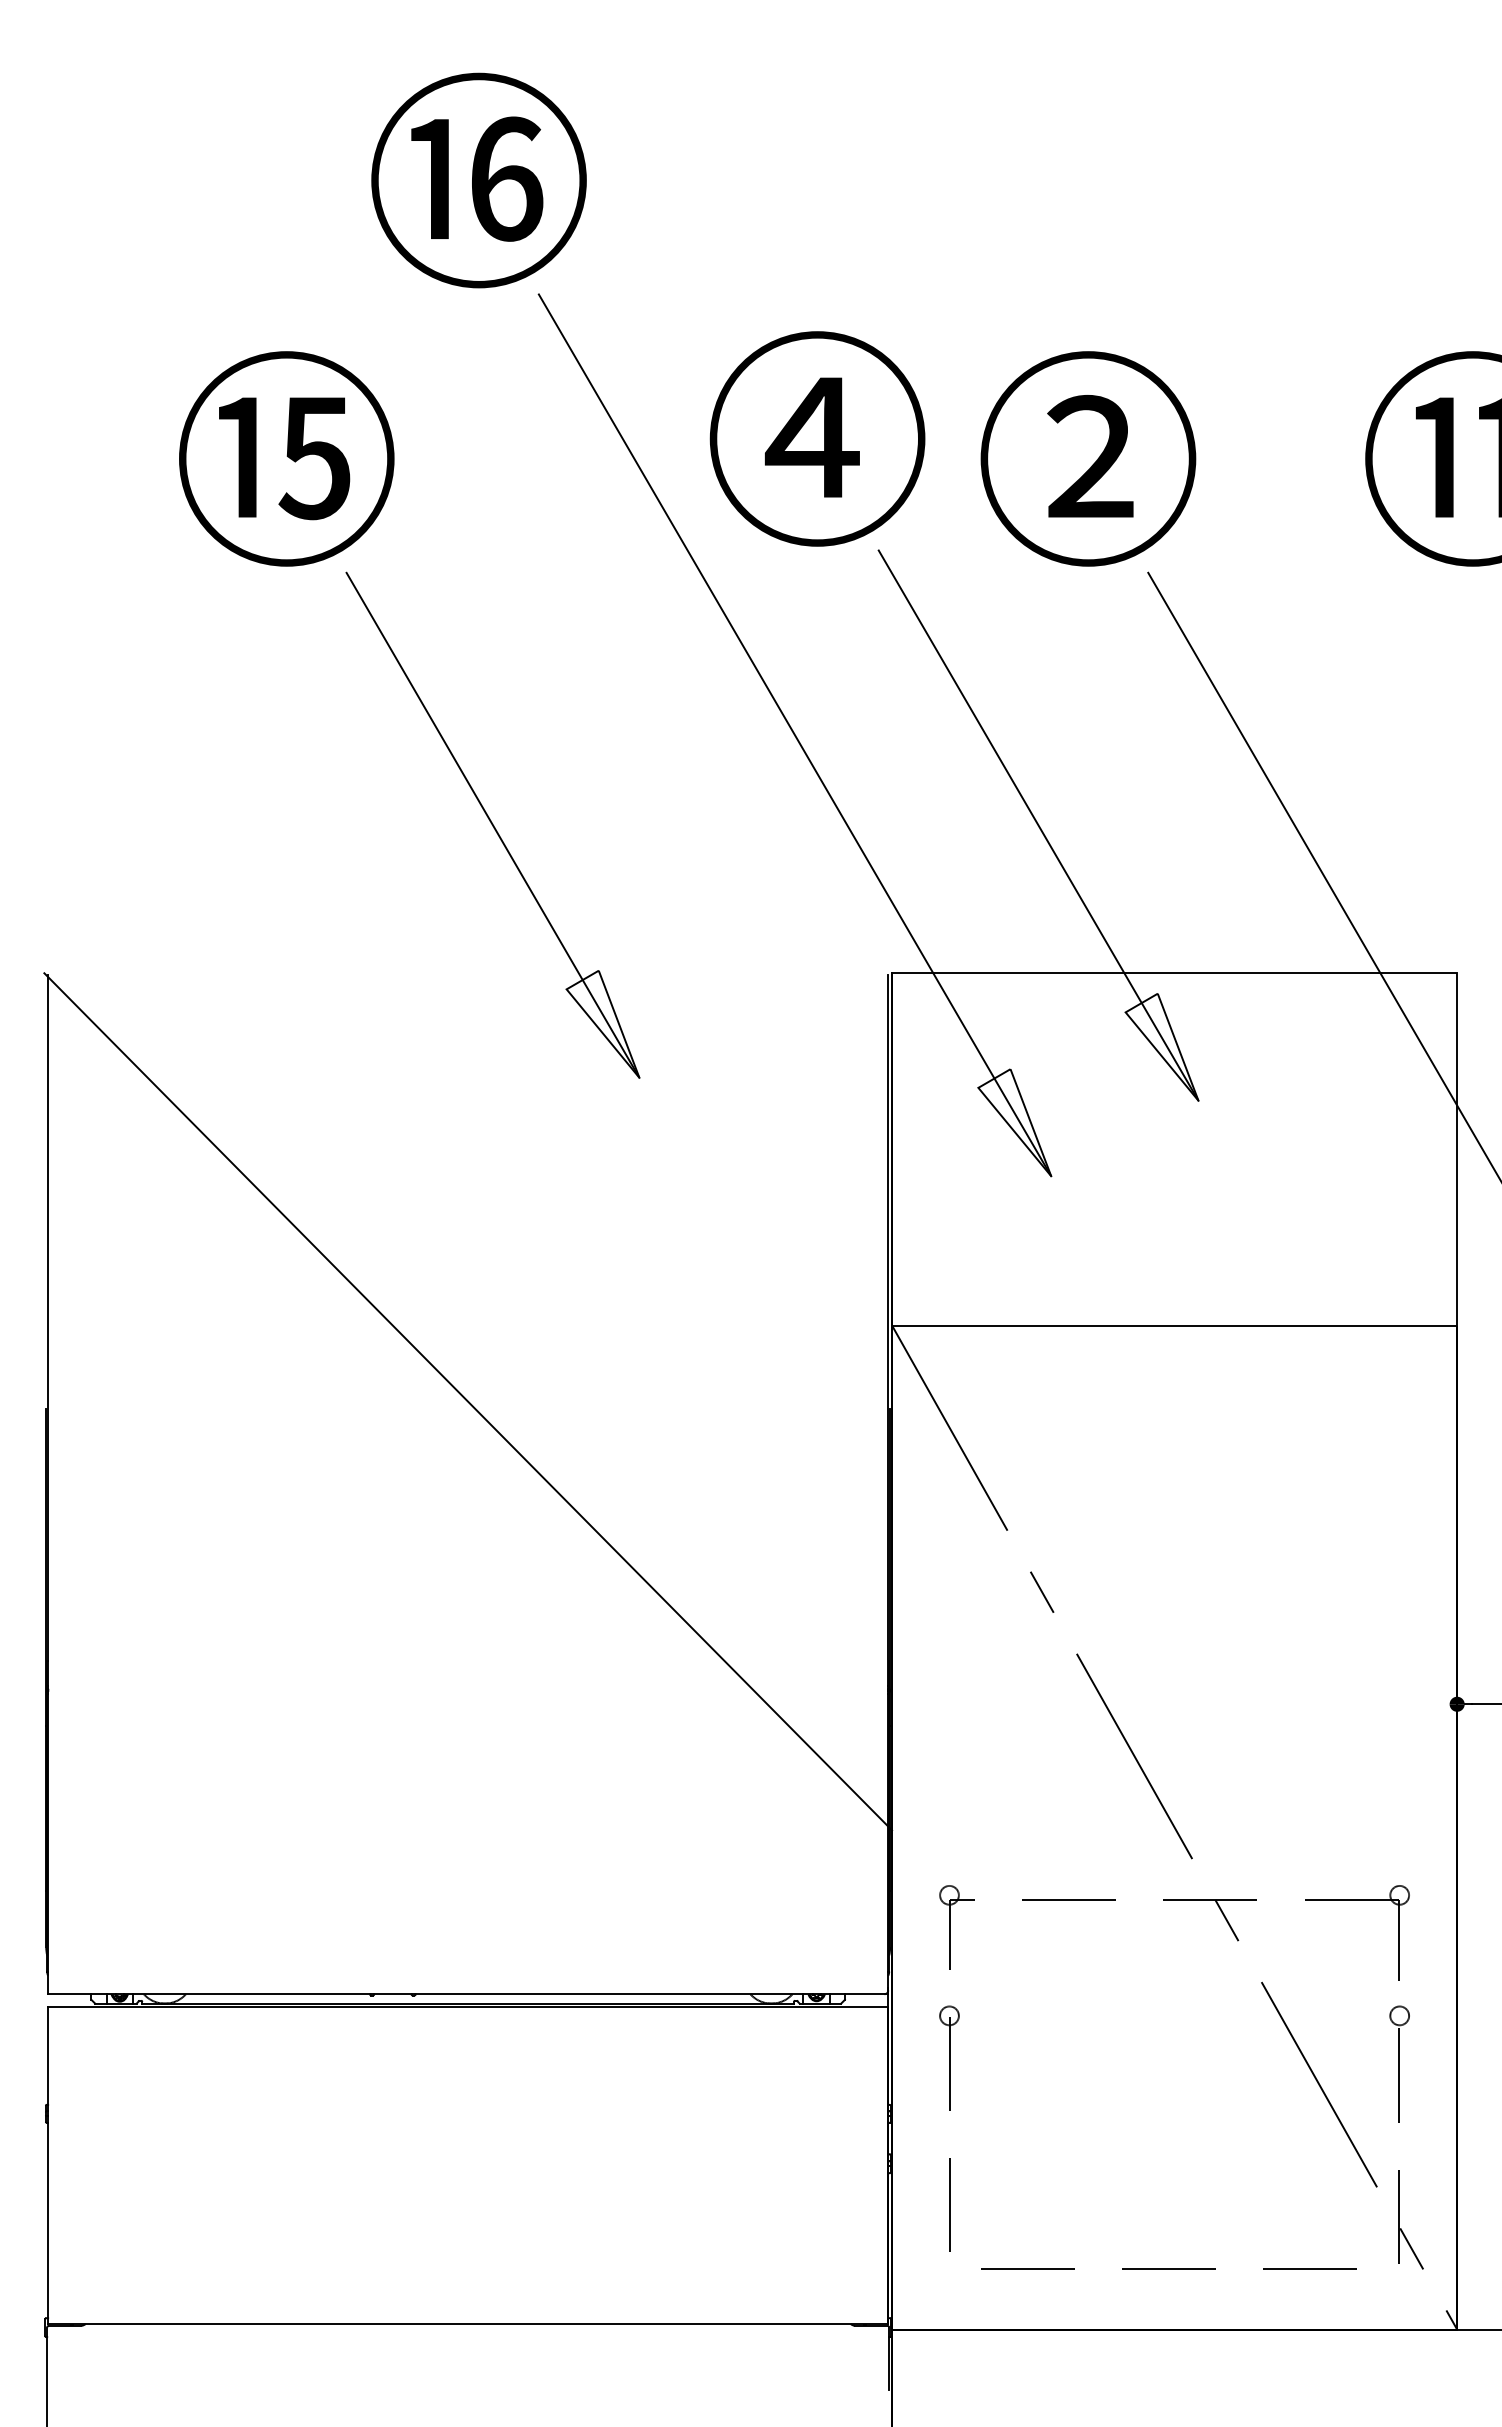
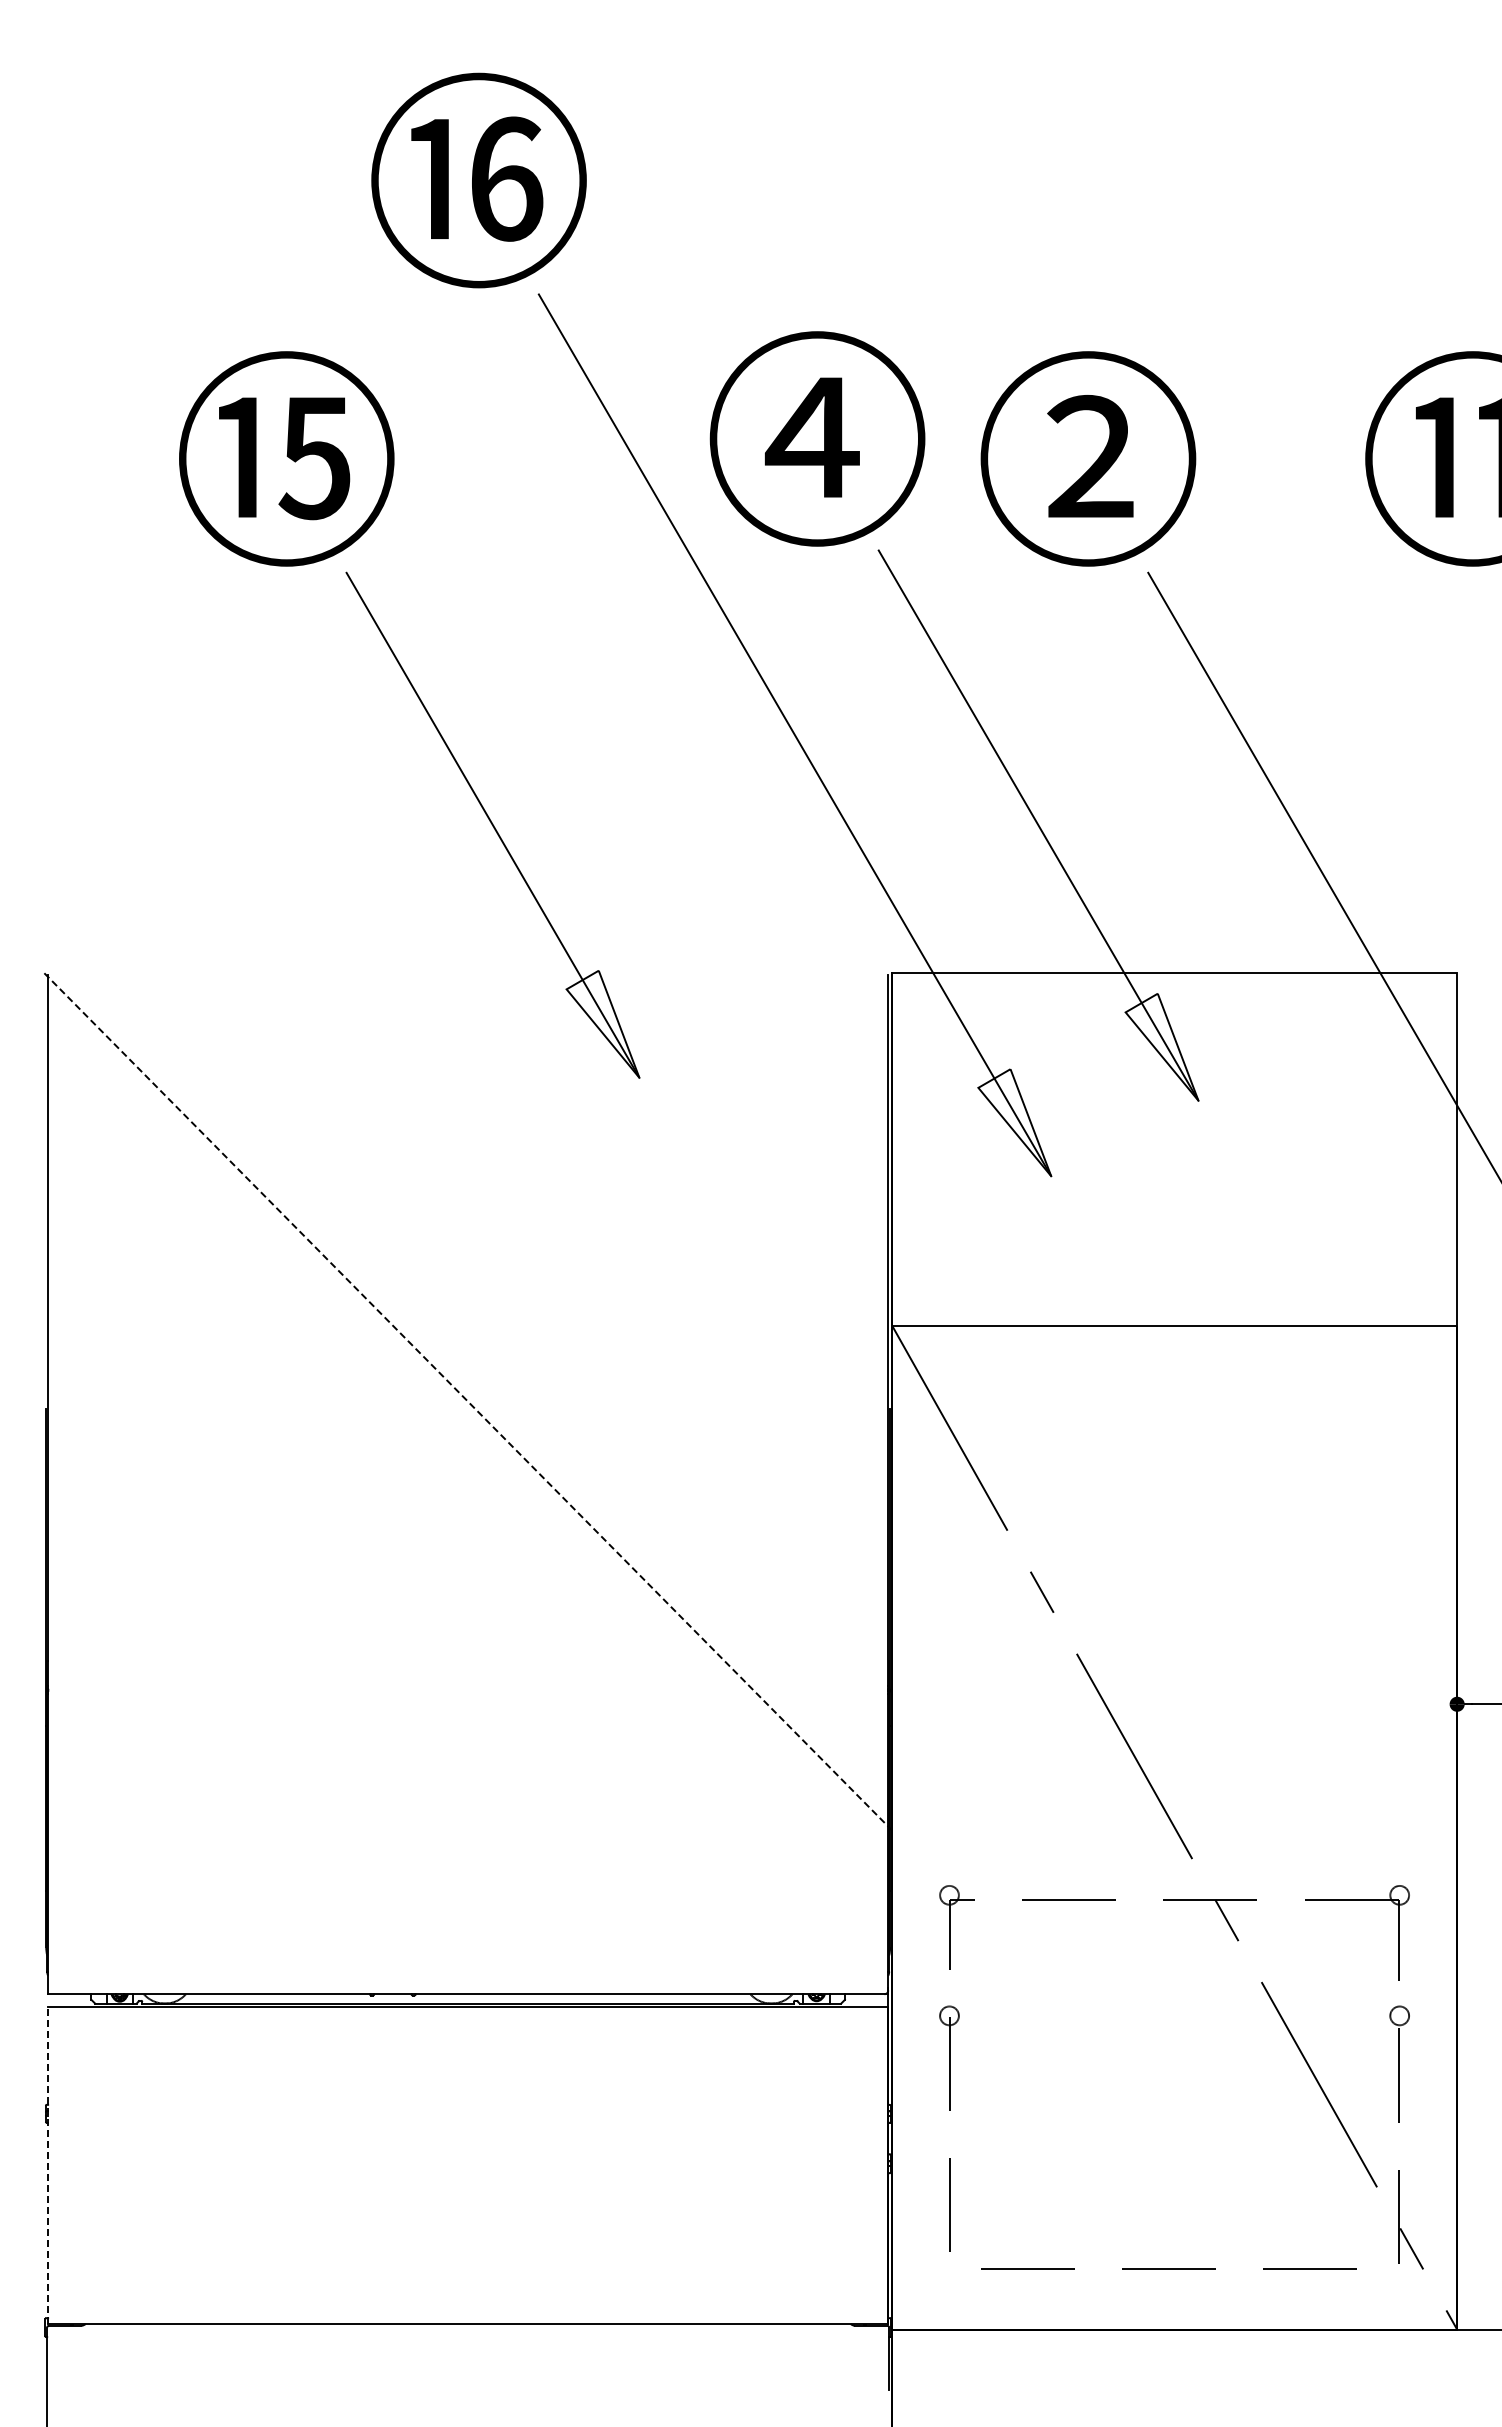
line at (468, 1401): solid -> dashed
line at (48, 2165): solid -> dashed
